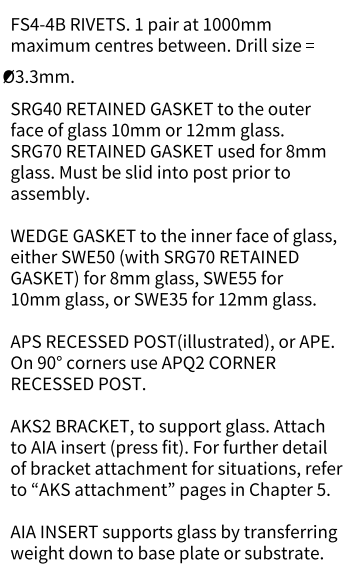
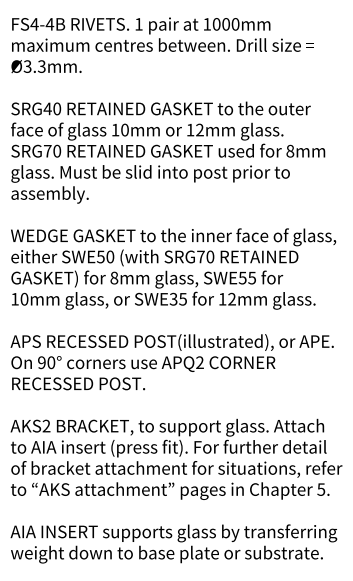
text at (38, 76) position: (38, 76) -> (46, 66)
